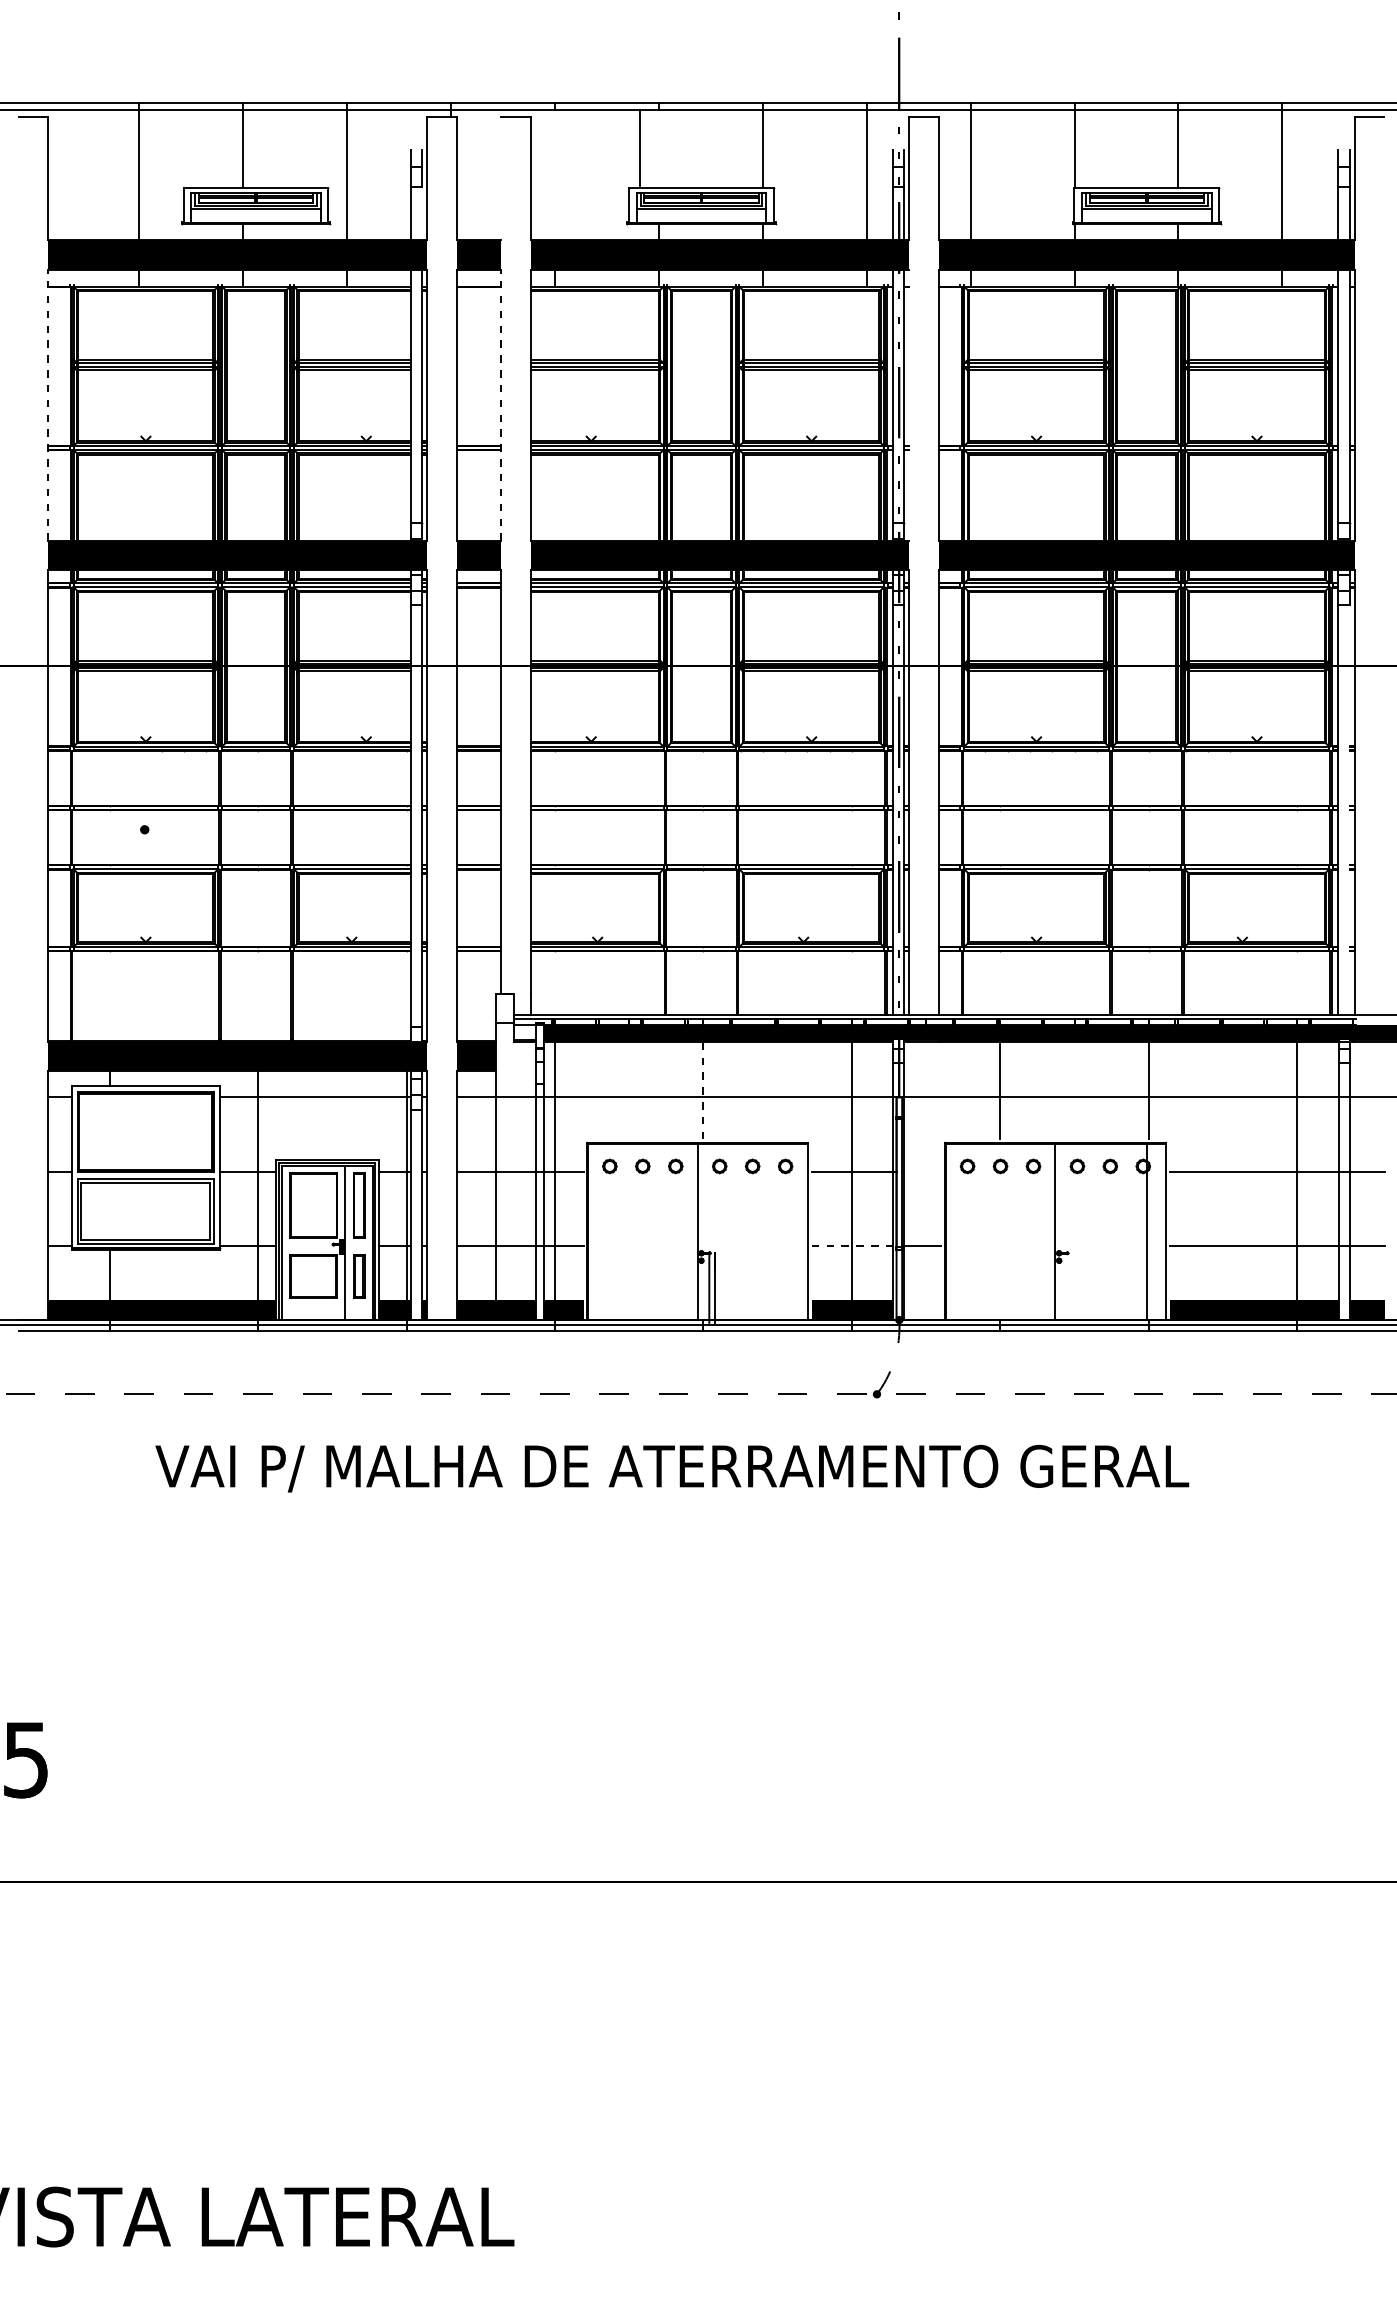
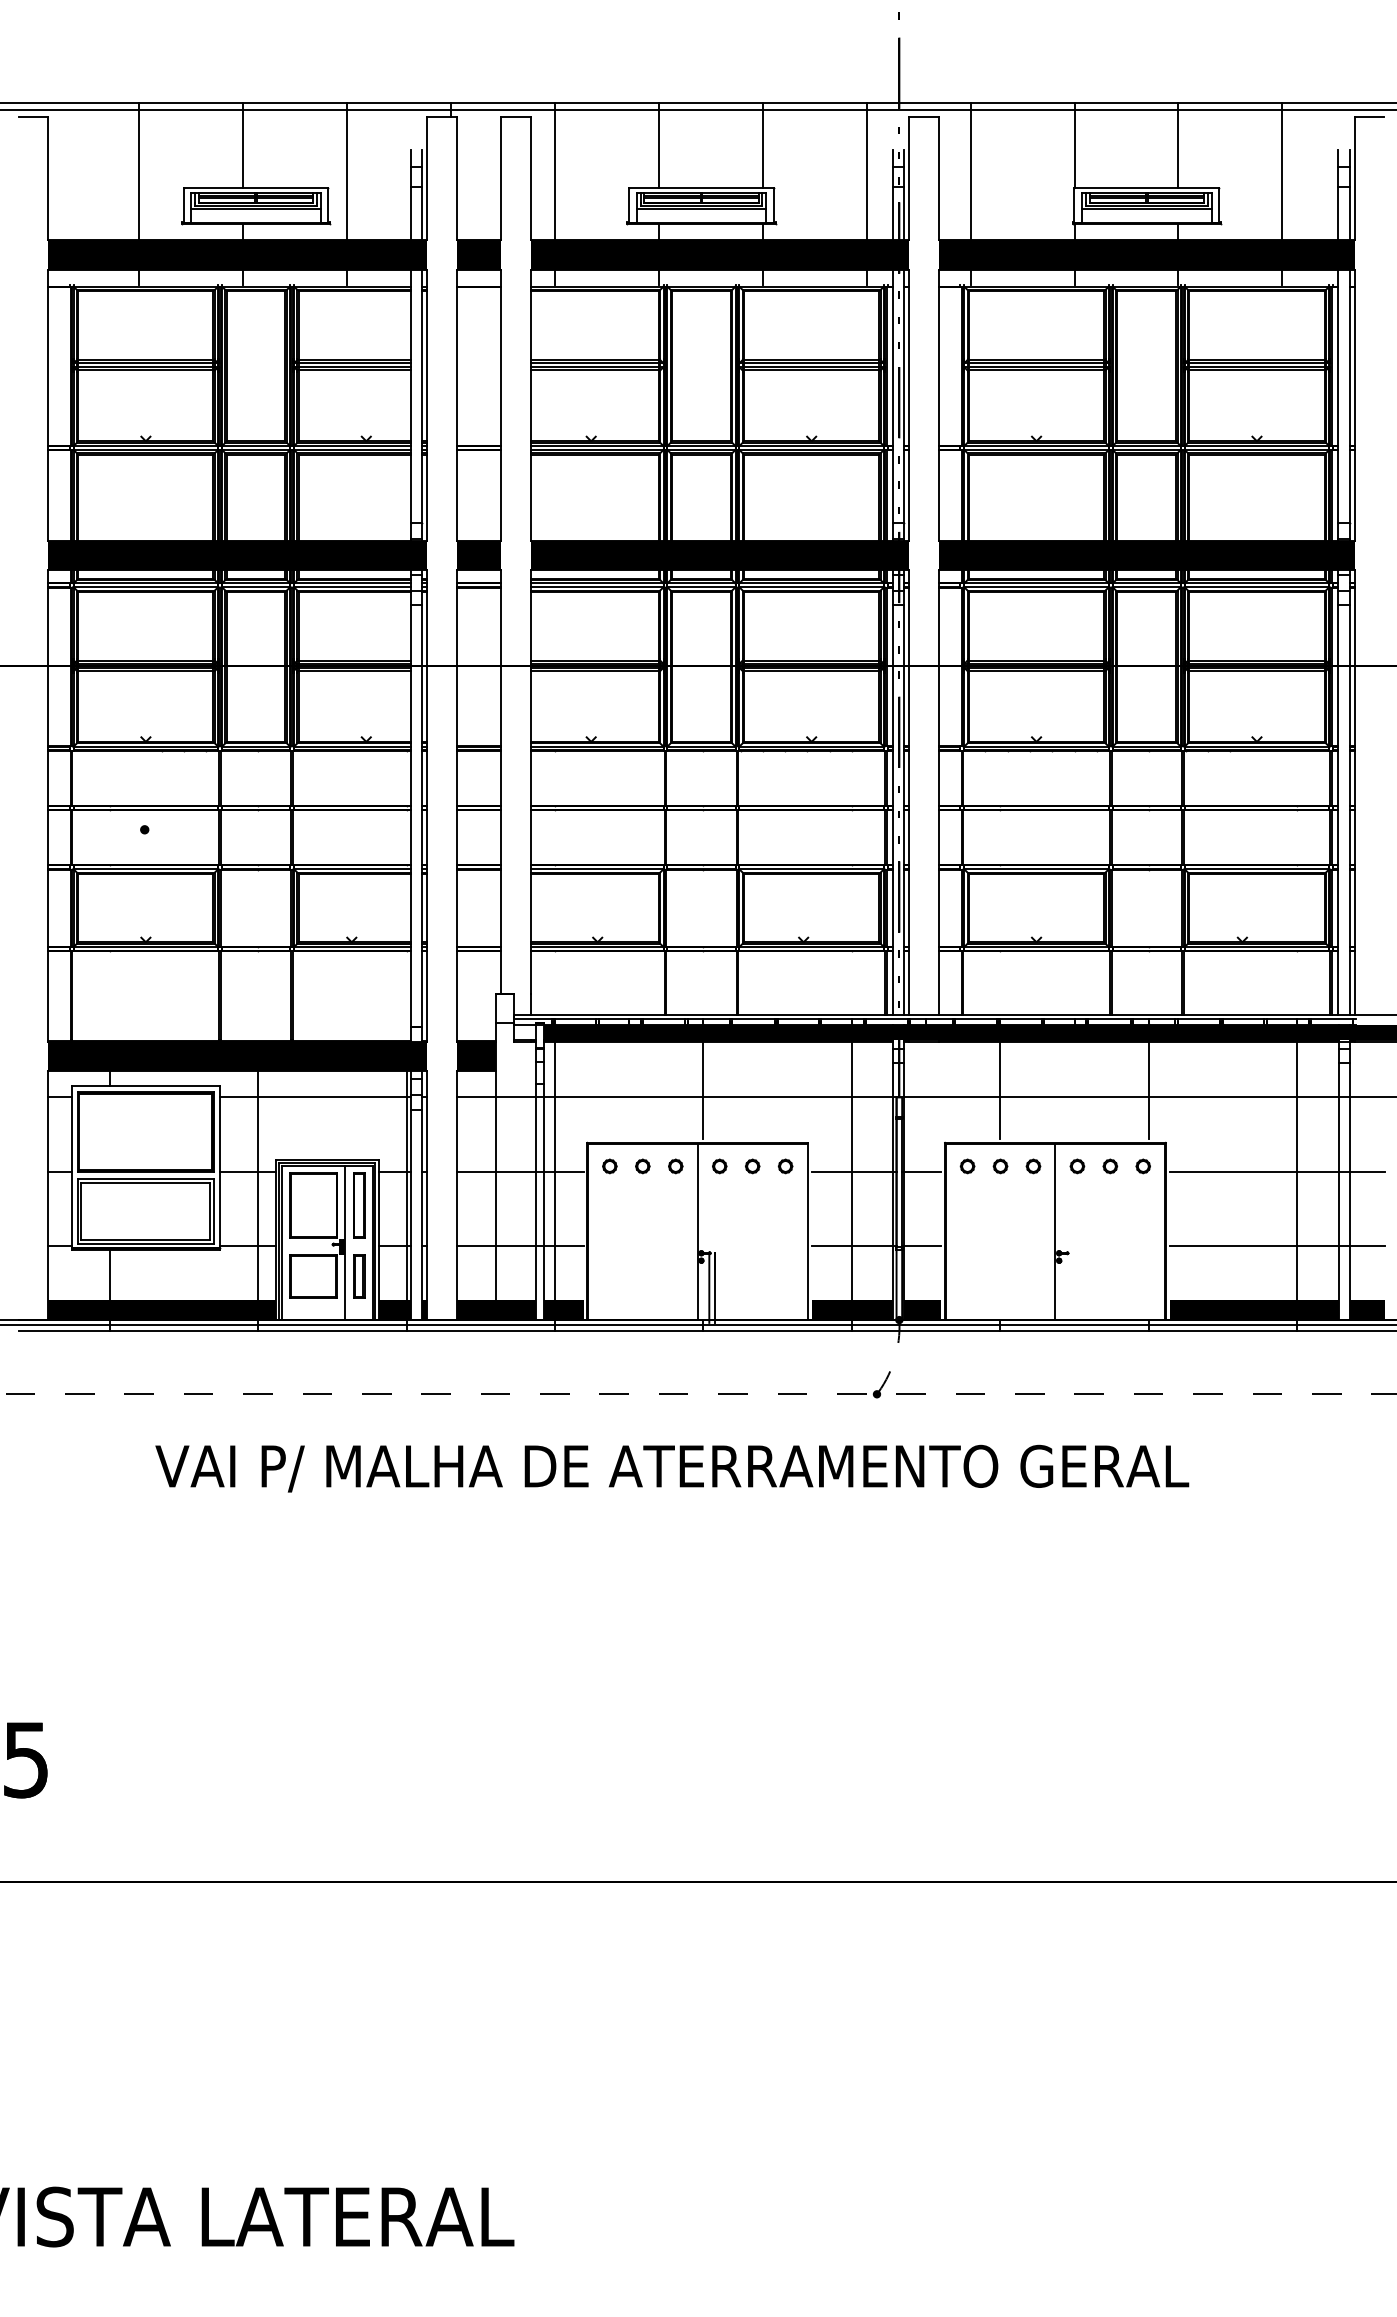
line at (639, 148) position: (639, 148) -> (658, 148)
line at (555, 175): none -> present
line at (501, 178): none -> present
line at (421, 213): none -> present
line at (48, 404): dashed -> solid
line at (501, 404): dashed -> solid
line at (909, 404): none -> present
line at (1349, 810): none -> present
line at (703, 1090): dashed -> solid
line at (921, 1171): none -> present
line at (1146, 1231) position: (1146, 1231) -> (1164, 1231)
line at (854, 1245): dashed -> solid
fill at (922, 1310): none -> present
